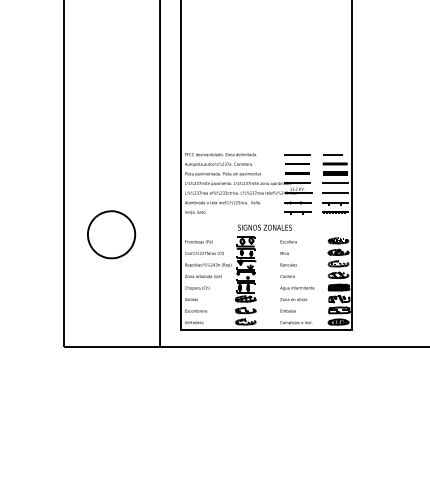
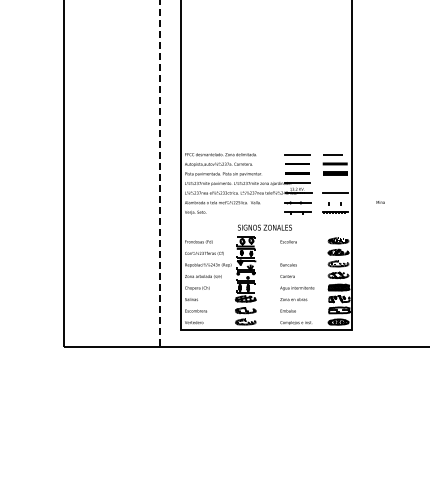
line at (160, 174): solid -> dashed
line at (334, 183): present -> none
line at (334, 202): present -> none
part at (111, 234): present -> none
text at (284, 253) position: (284, 253) -> (380, 202)
